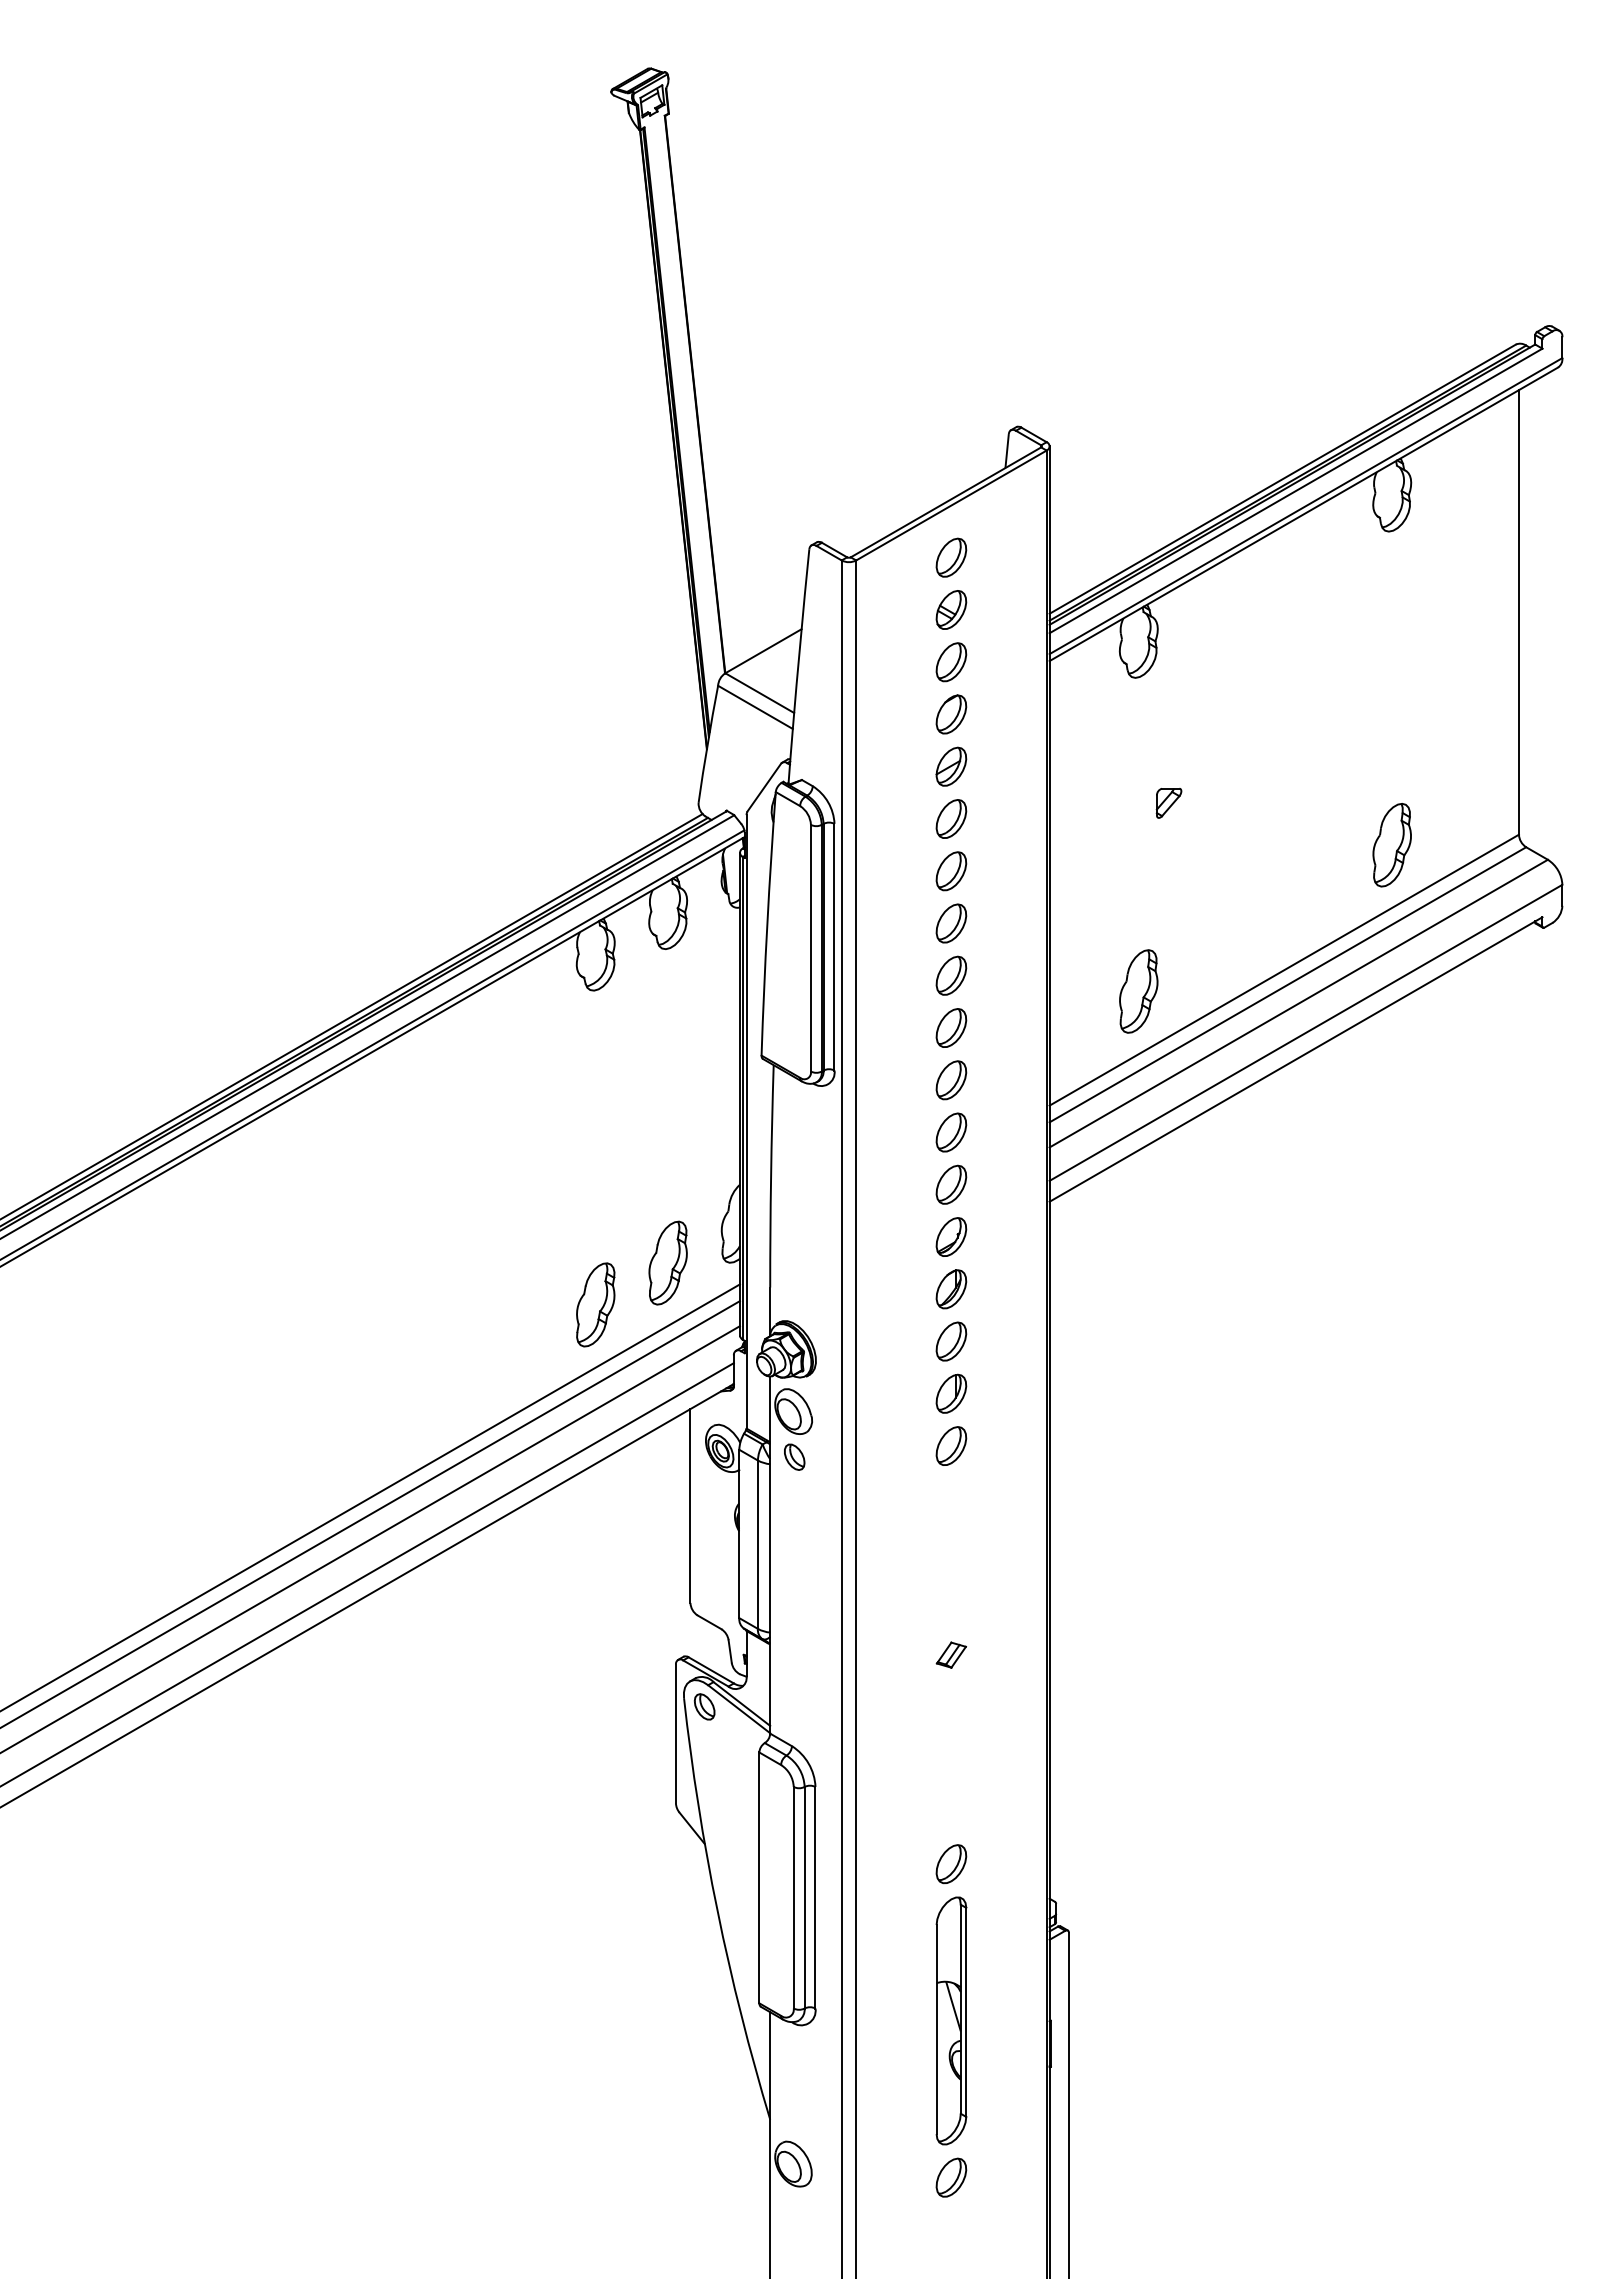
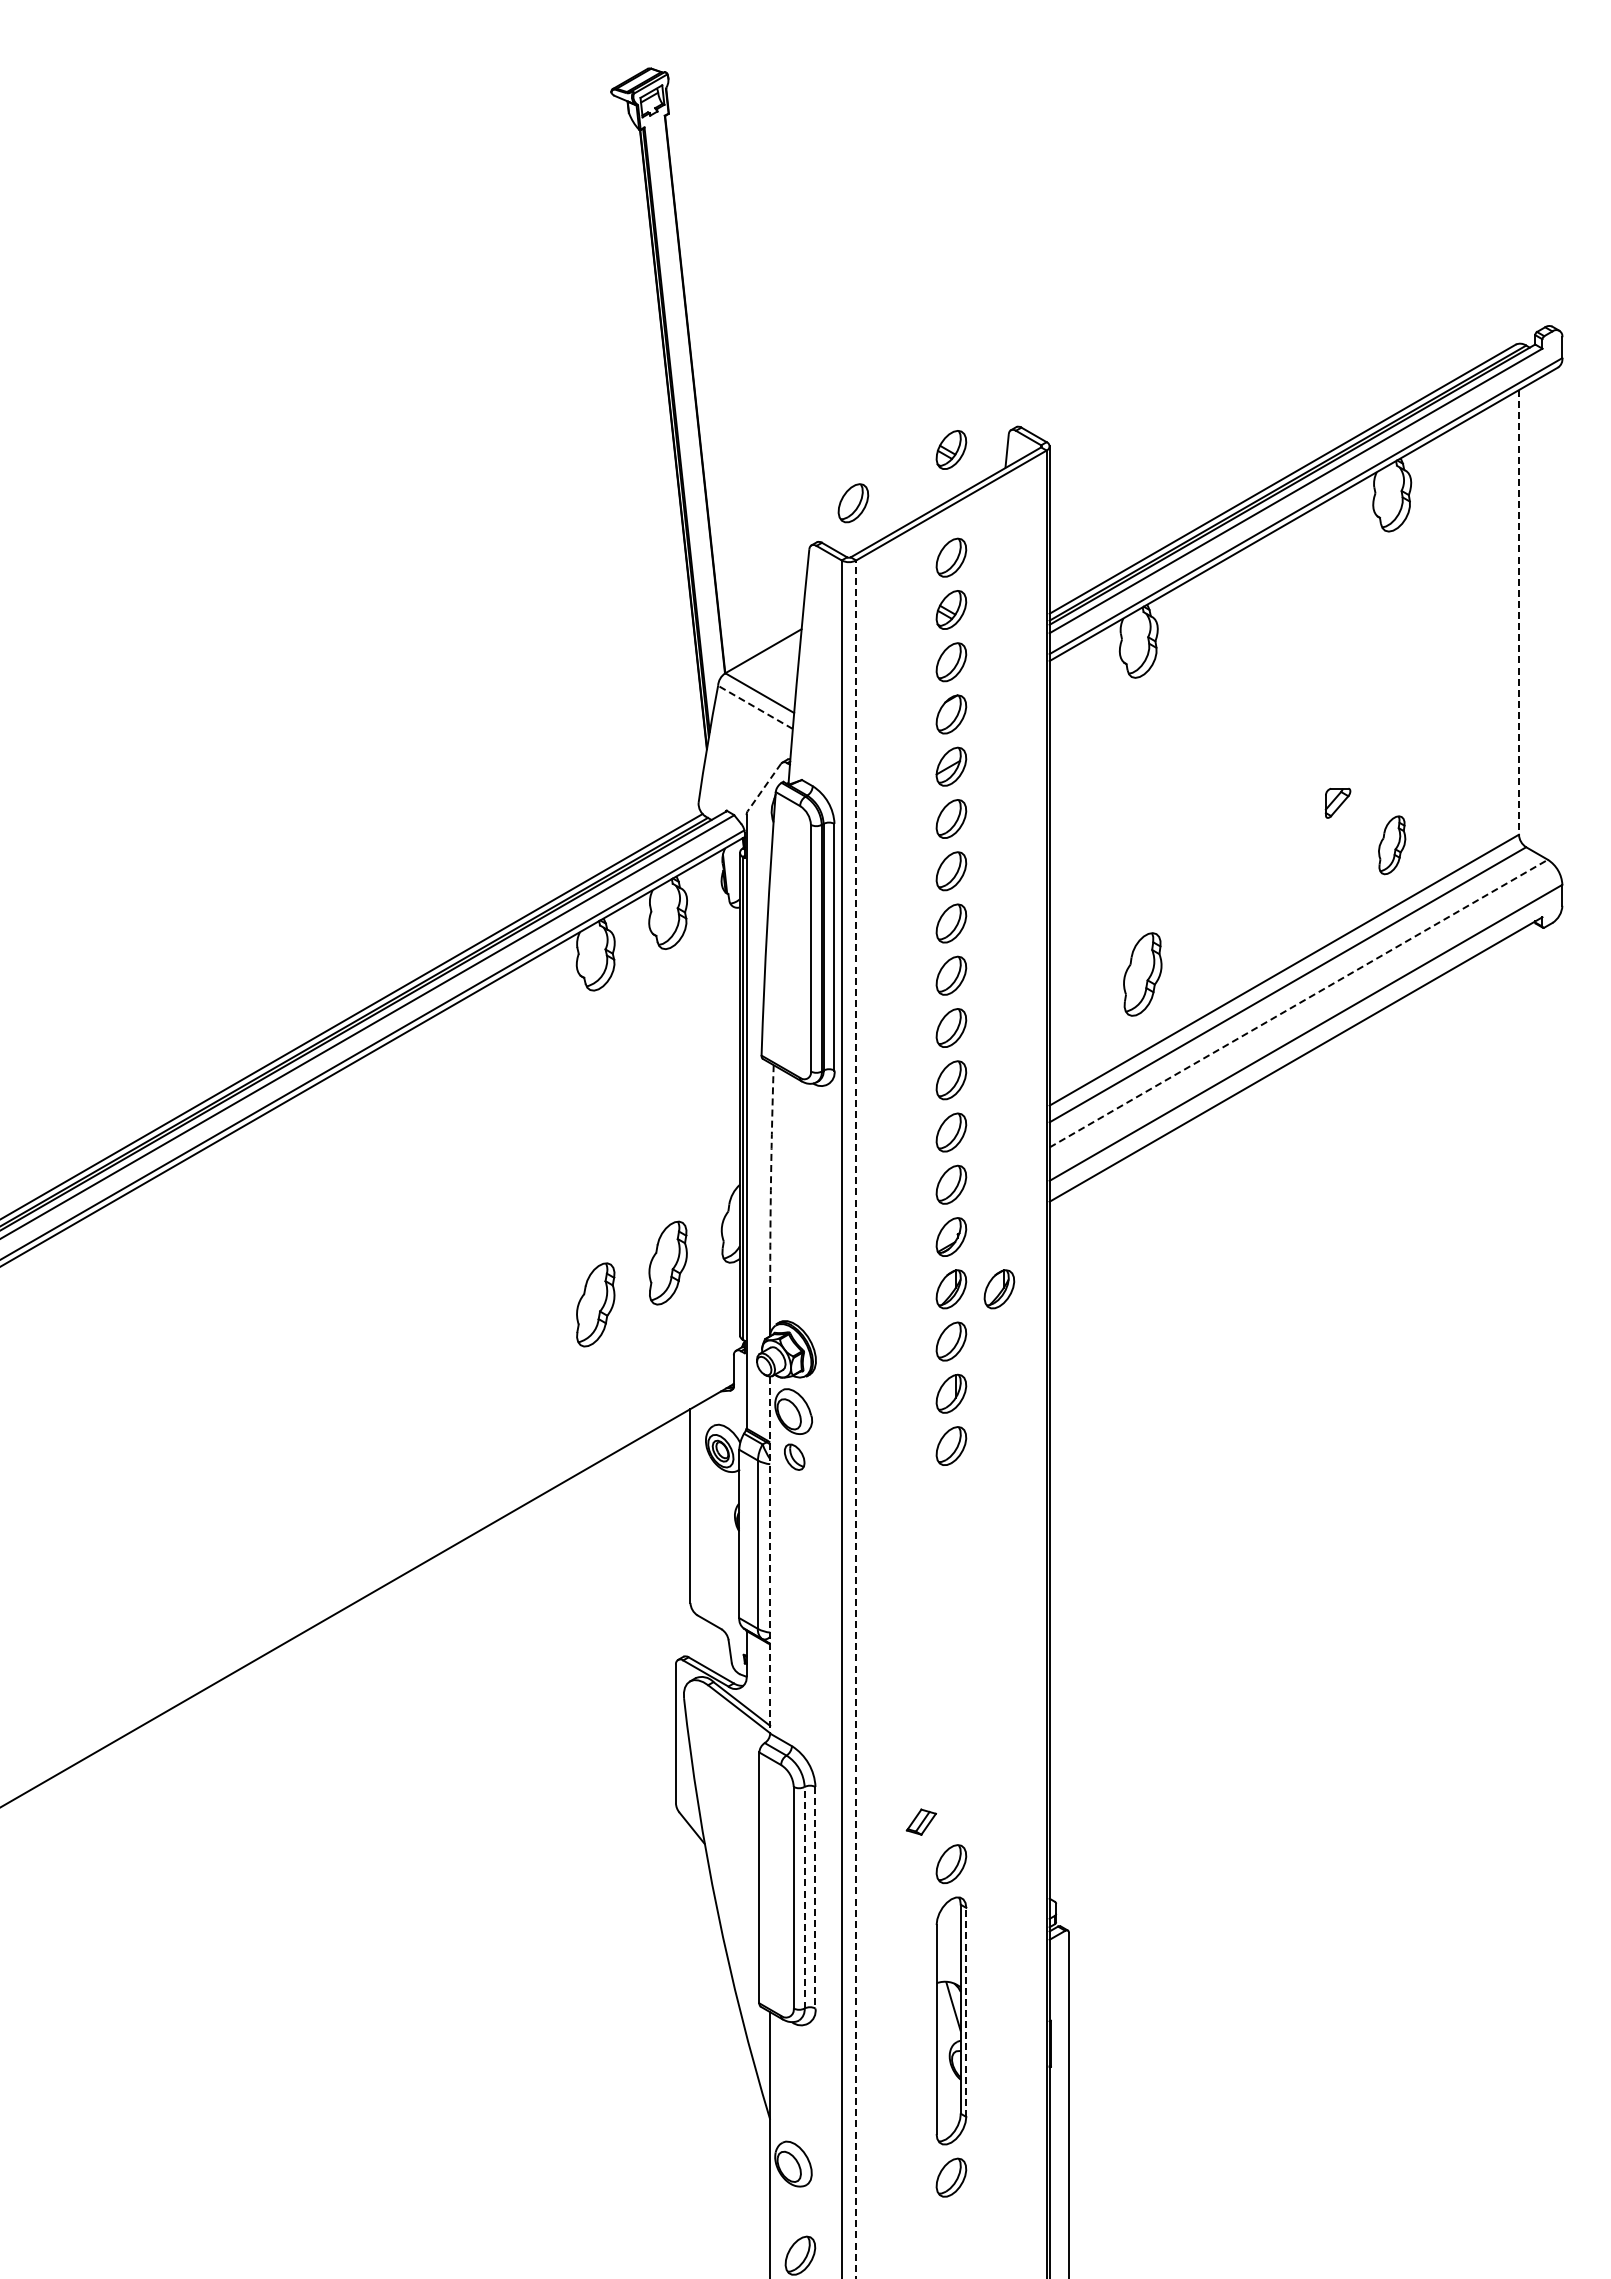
part at (951, 449): none -> present
part at (853, 503): none -> present
line at (1518, 612): solid -> dashed
line at (755, 707): solid -> dashed
line at (764, 788): solid -> dashed
part at (1168, 803) position: (1168, 803) -> (1337, 803)
part at (1391, 845) size: 40x85 px -> 29x61 px
part at (1138, 991) position: (1138, 991) -> (1142, 974)
line at (1298, 1003): solid -> dashed
arc at (771, 1176): solid -> dashed
part at (999, 1289): none -> present
line at (856, 1419): solid -> dashed
line at (370, 1497): present -> none
line at (370, 1514): present -> none
line at (370, 1539): present -> none
line at (770, 1555): solid -> dashed
line at (367, 1574): present -> none
part at (950, 1654) position: (950, 1654) -> (920, 1821)
part at (704, 1706): present -> none
line at (804, 1897): solid -> dashed
line at (815, 1897): solid -> dashed
line at (966, 2012): solid -> dashed
part at (800, 2255): none -> present
